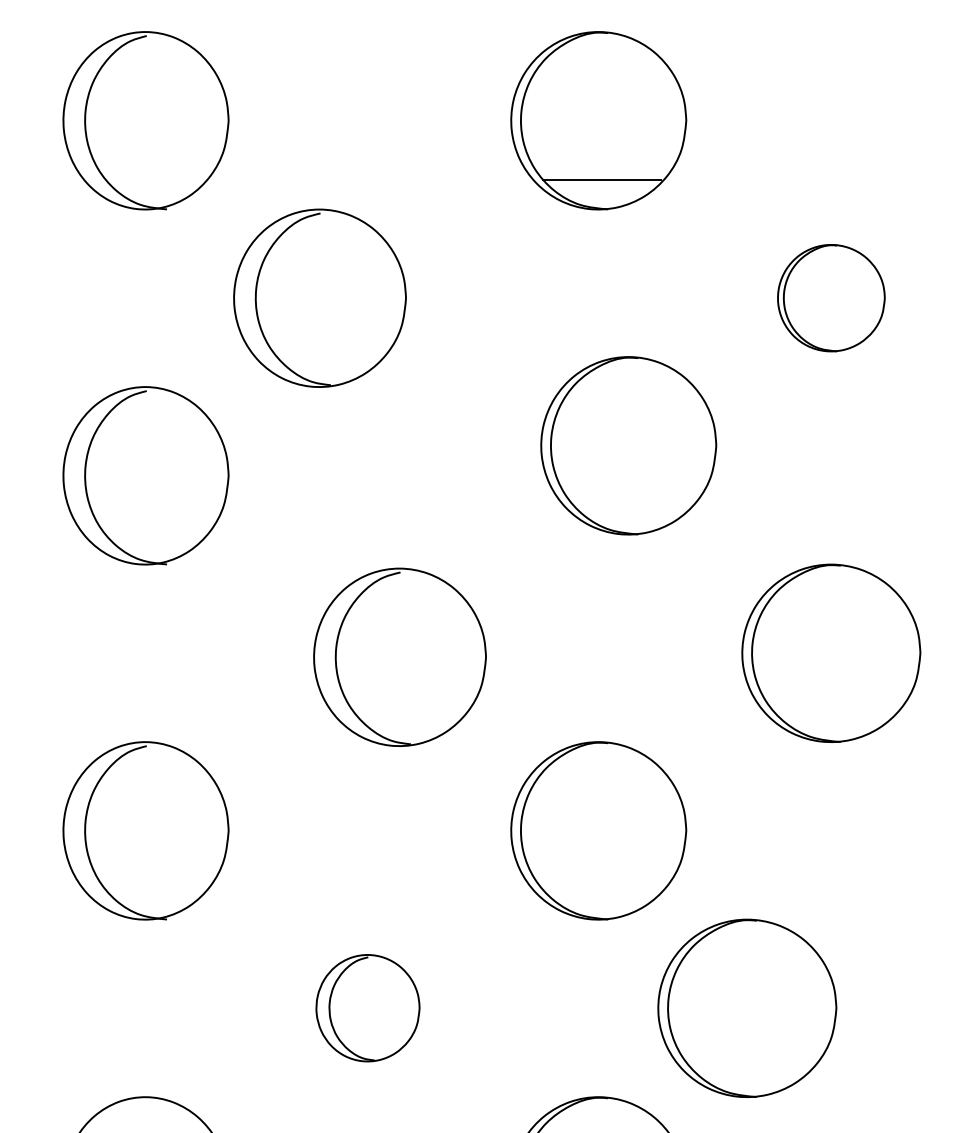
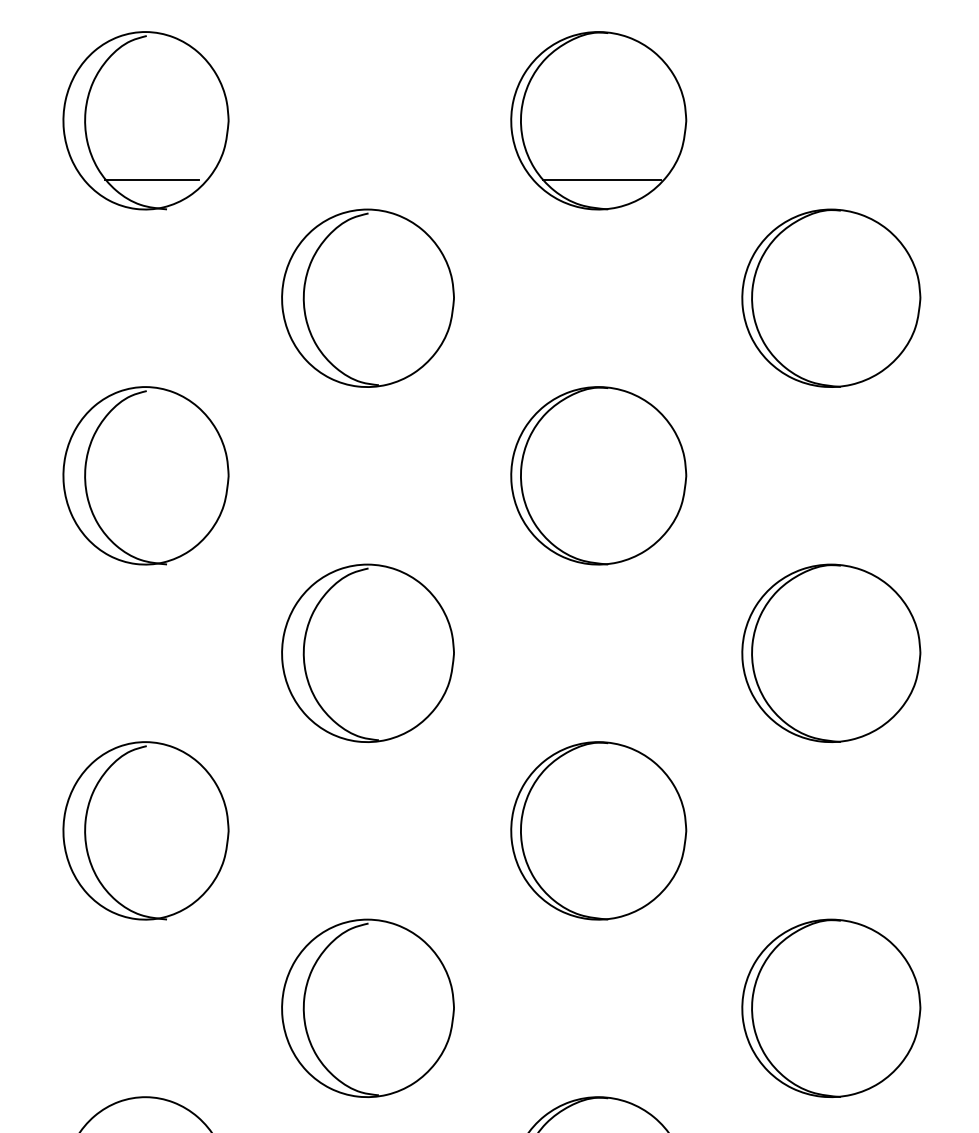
line at (151, 179): none -> present
part at (319, 297) position: (319, 297) -> (367, 297)
part at (831, 298) size: 109x109 px -> 181x180 px
part at (628, 445) position: (628, 445) -> (598, 475)
part at (399, 656) position: (399, 656) -> (367, 652)
part at (747, 1007) position: (747, 1007) -> (831, 1007)
part at (367, 1008) size: 106x109 px -> 174x180 px
